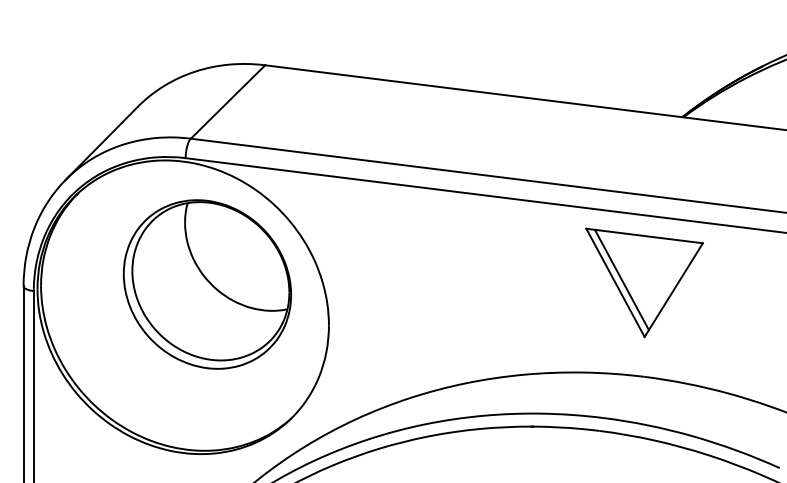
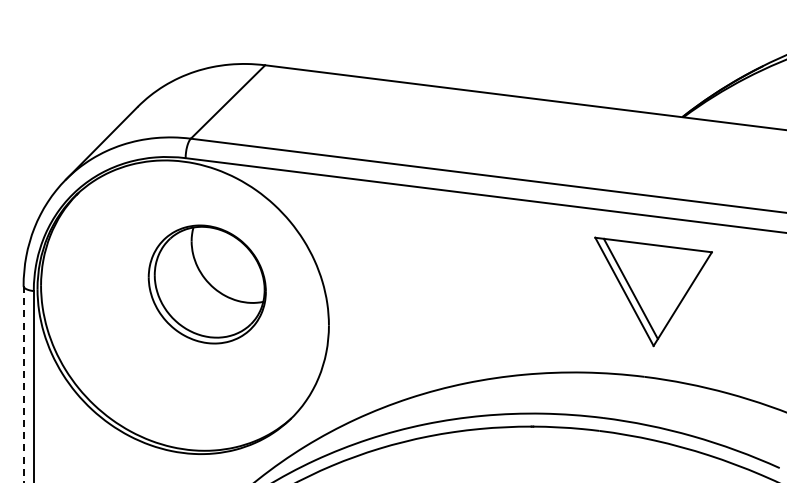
part at (644, 282) position: (644, 282) -> (653, 291)
part at (206, 284) size: 170x171 px -> 120x121 px
line at (23, 384): solid -> dashed
